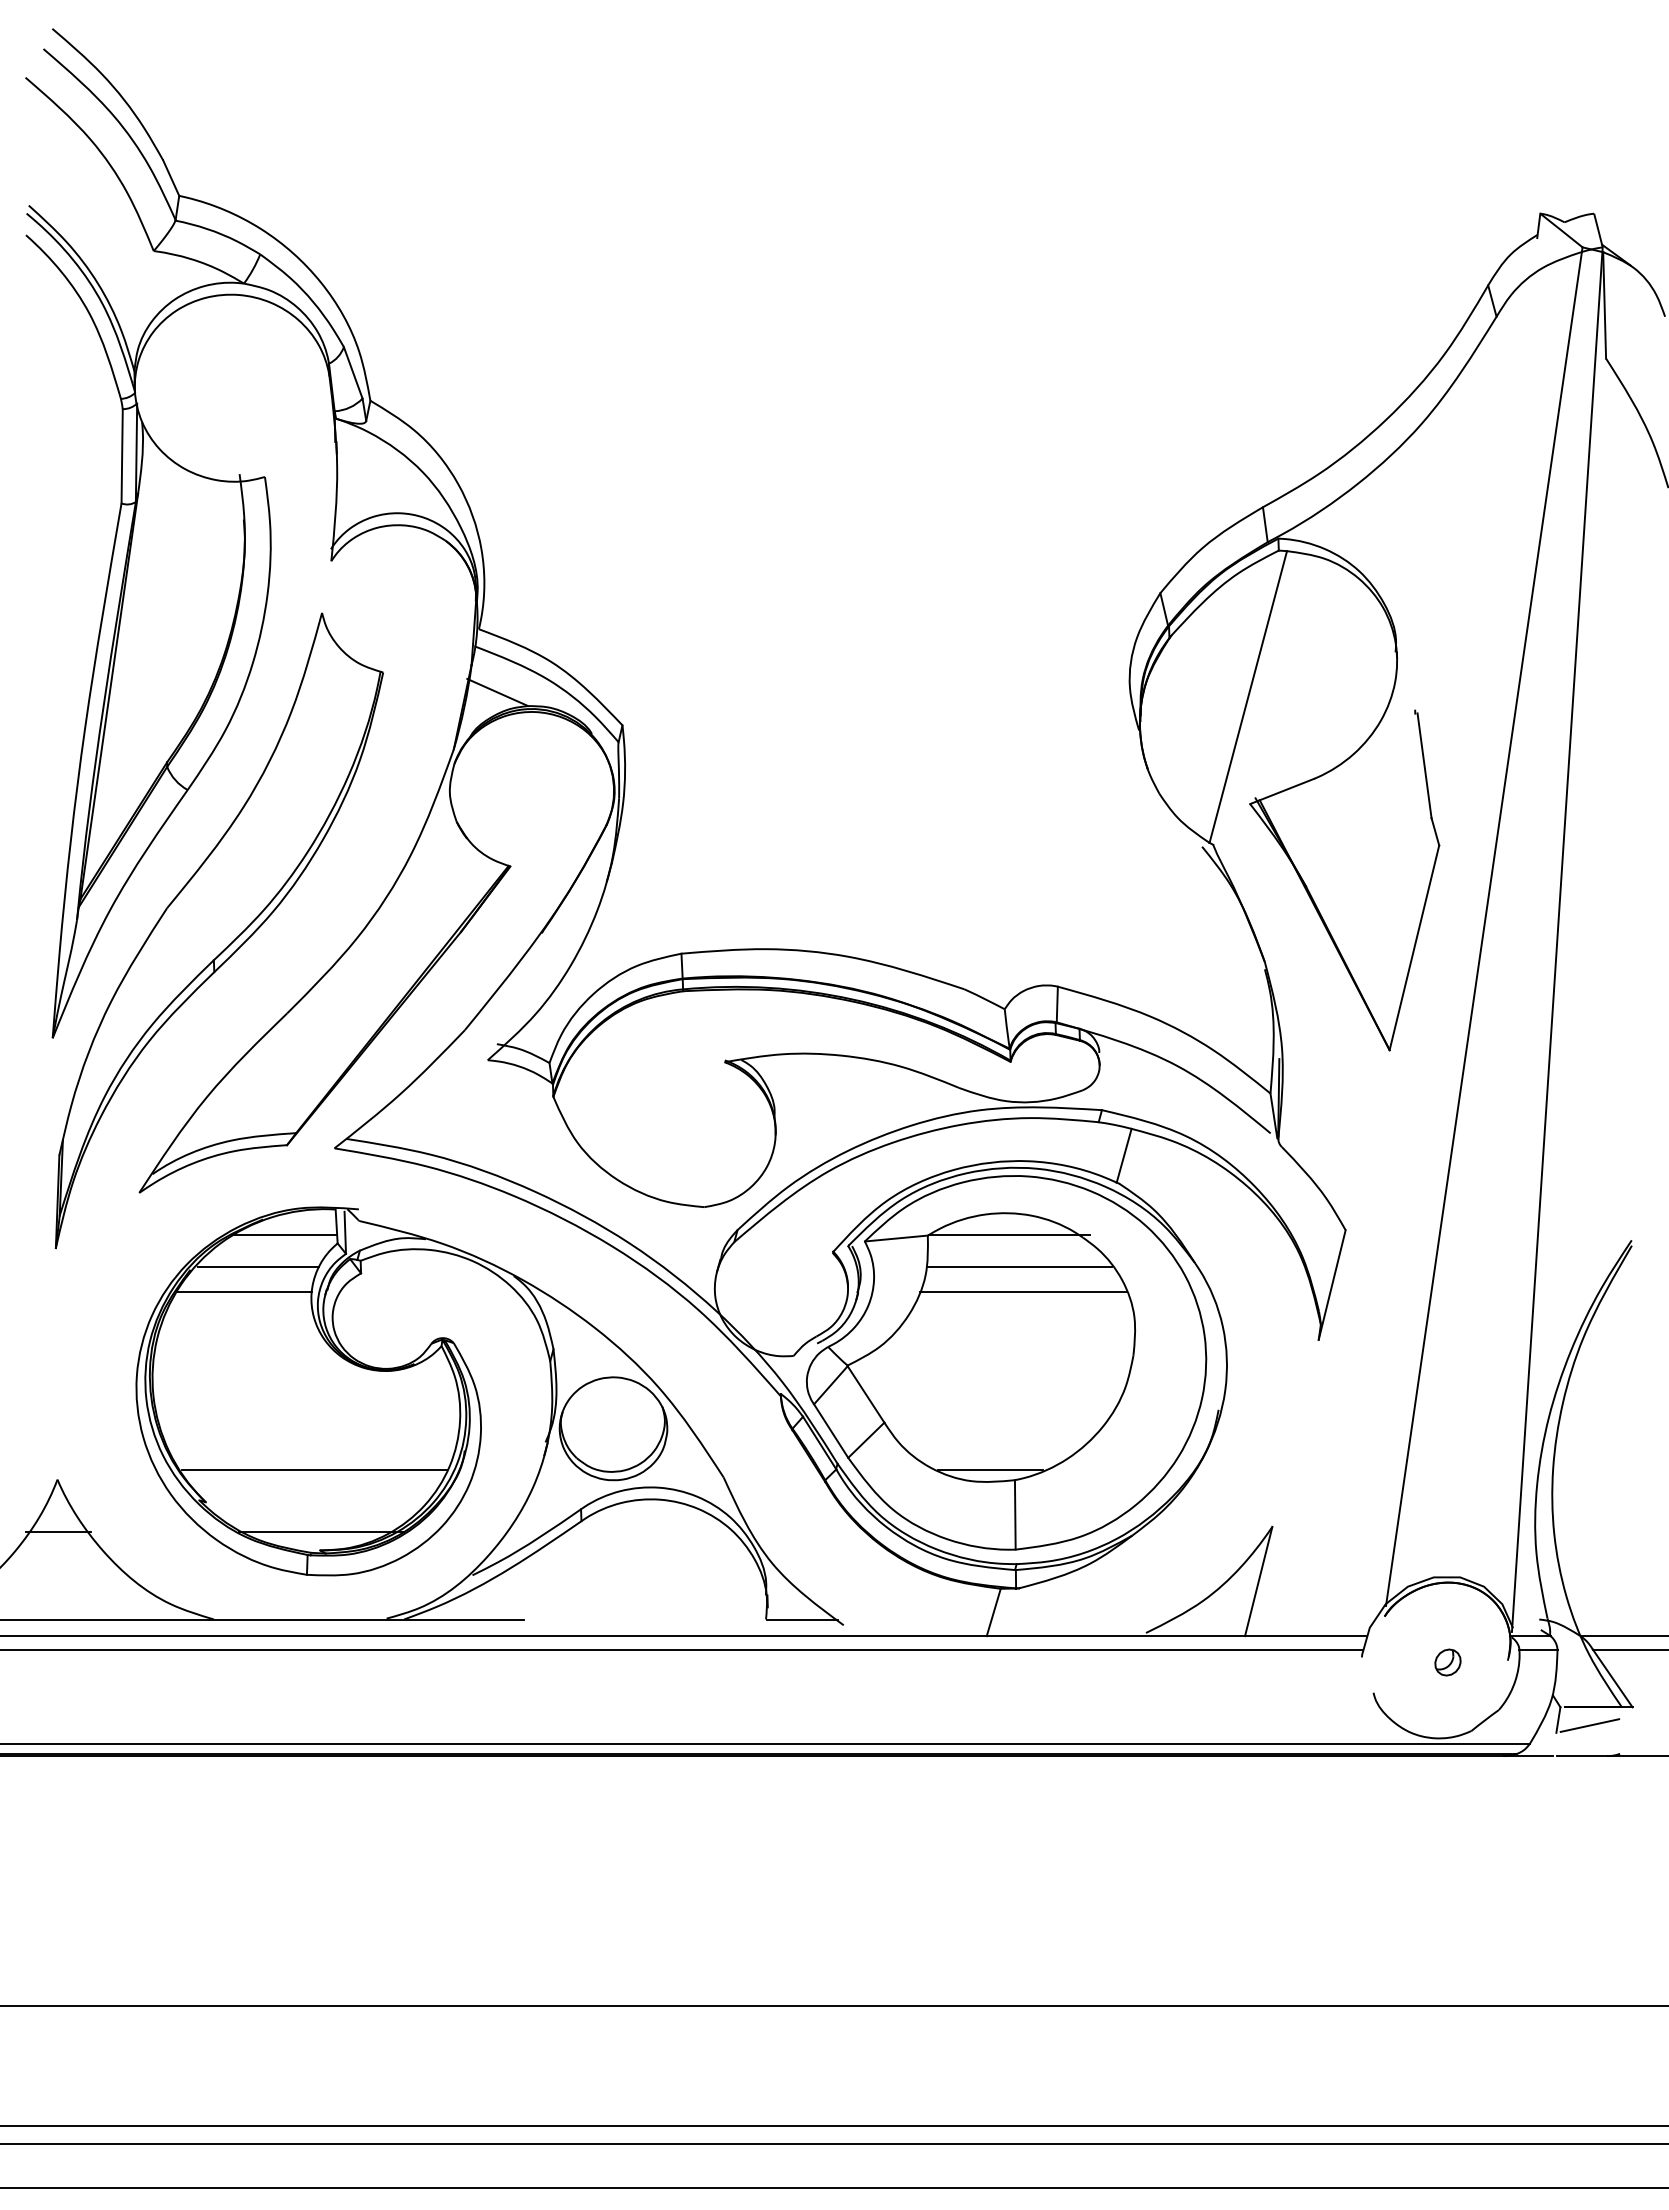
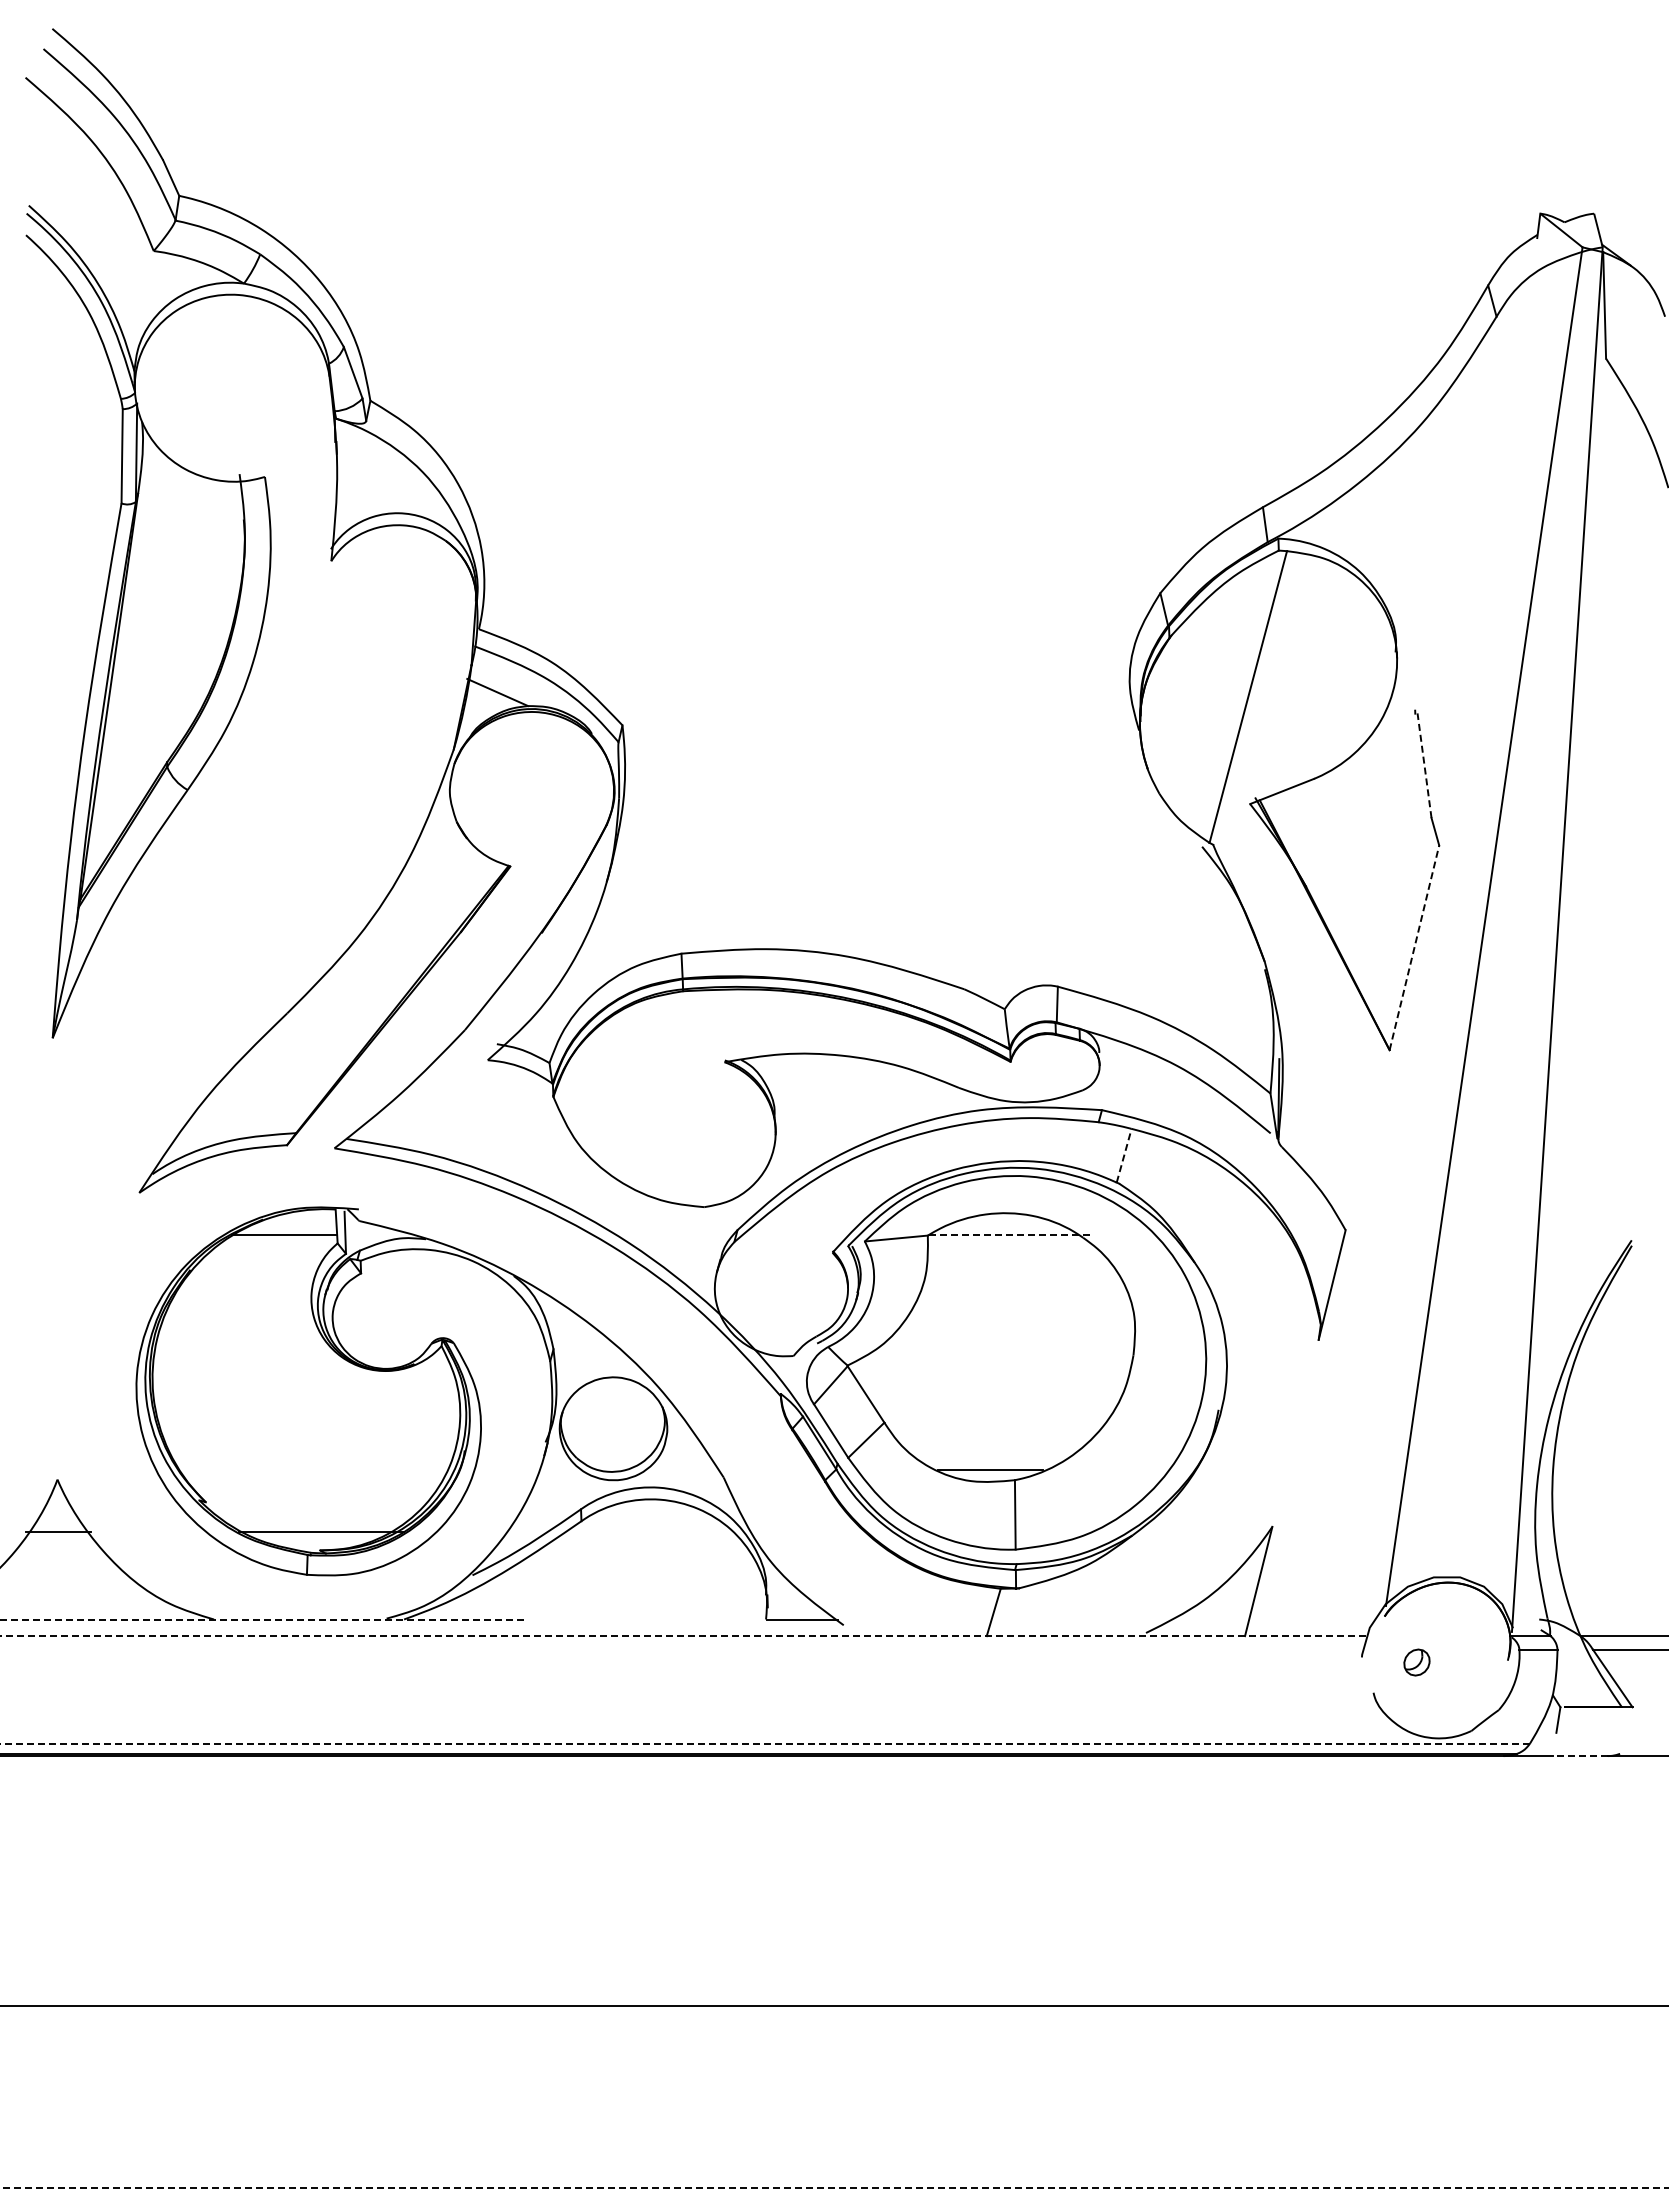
line at (1424, 765): solid -> dashed
part at (218, 930): present -> none
line at (1414, 947): solid -> dashed
line at (1124, 1155): solid -> dashed
line at (1009, 1235): solid -> dashed
line at (258, 1266): present -> none
line at (1019, 1266): present -> none
line at (244, 1291): present -> none
line at (1022, 1291): present -> none
line at (314, 1469): present -> none
line at (261, 1619): solid -> dashed
line at (683, 1636): solid -> dashed
line at (682, 1649): present -> none
part at (1447, 1662) position: (1447, 1662) -> (1416, 1662)
line at (1589, 1725): present -> none
line at (765, 1743): solid -> dashed
line at (1582, 1756): solid -> dashed
line at (833, 2126): present -> none
line at (833, 2143): present -> none
line at (834, 2187): solid -> dashed
